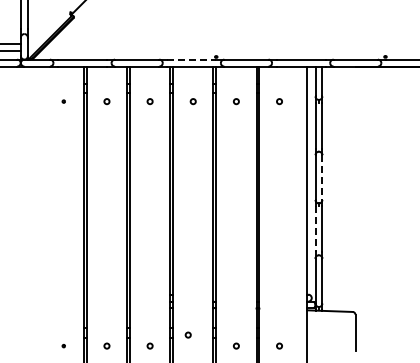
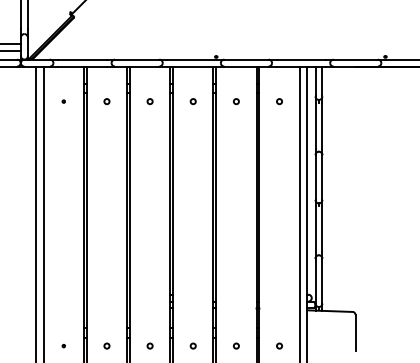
line at (192, 59): dashed -> solid
line at (322, 178): dashed -> solid
line at (36, 212): none -> present
line at (43, 212): none -> present
line at (299, 212): none -> present
line at (315, 229): dashed -> solid
circle at (187, 334) position: (187, 334) -> (192, 345)
